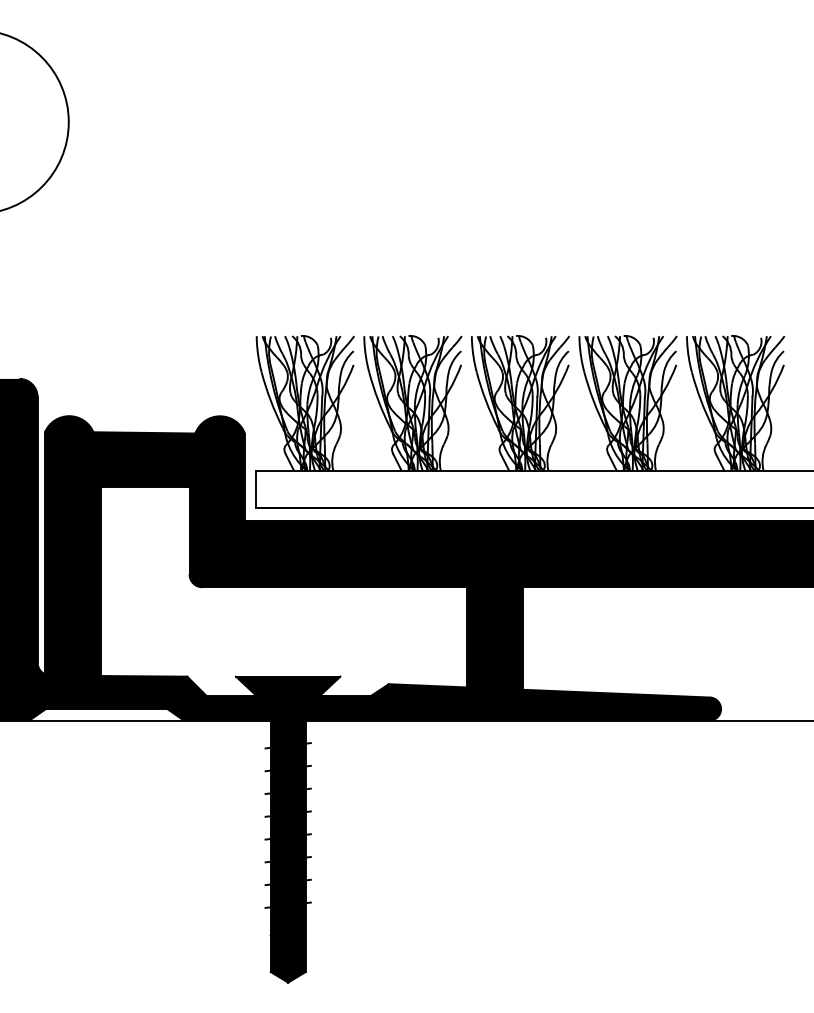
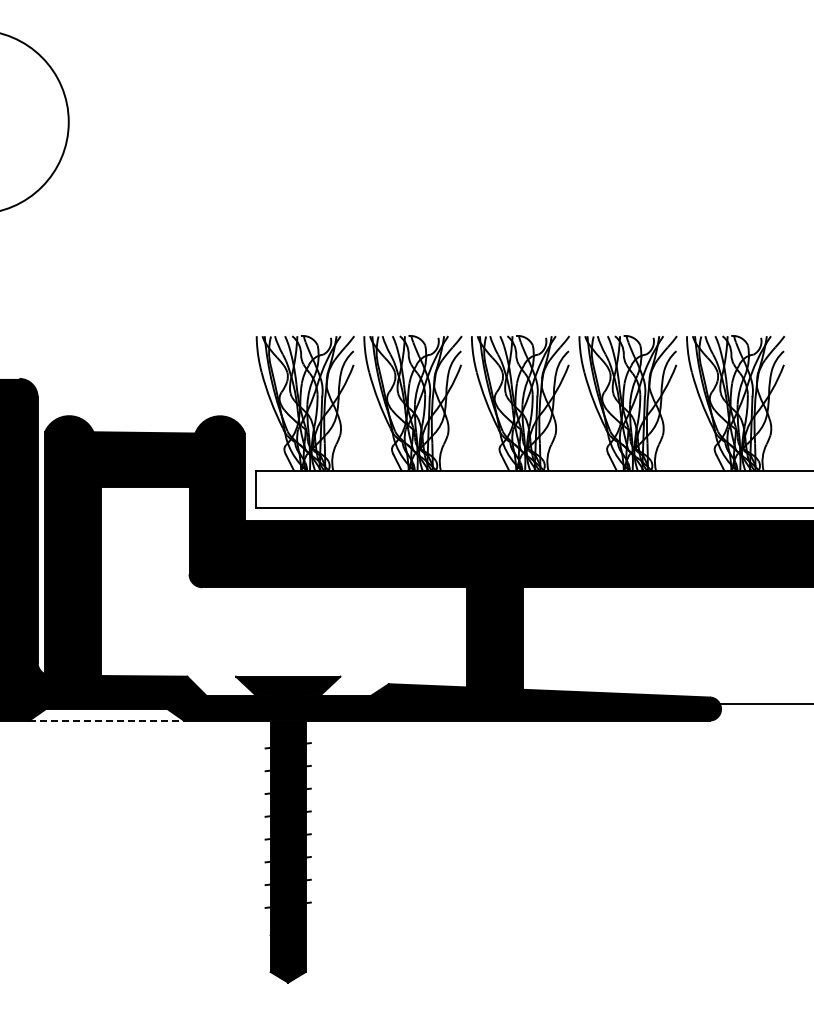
line at (107, 720): solid -> dashed
line at (761, 720) position: (761, 720) -> (761, 703)
